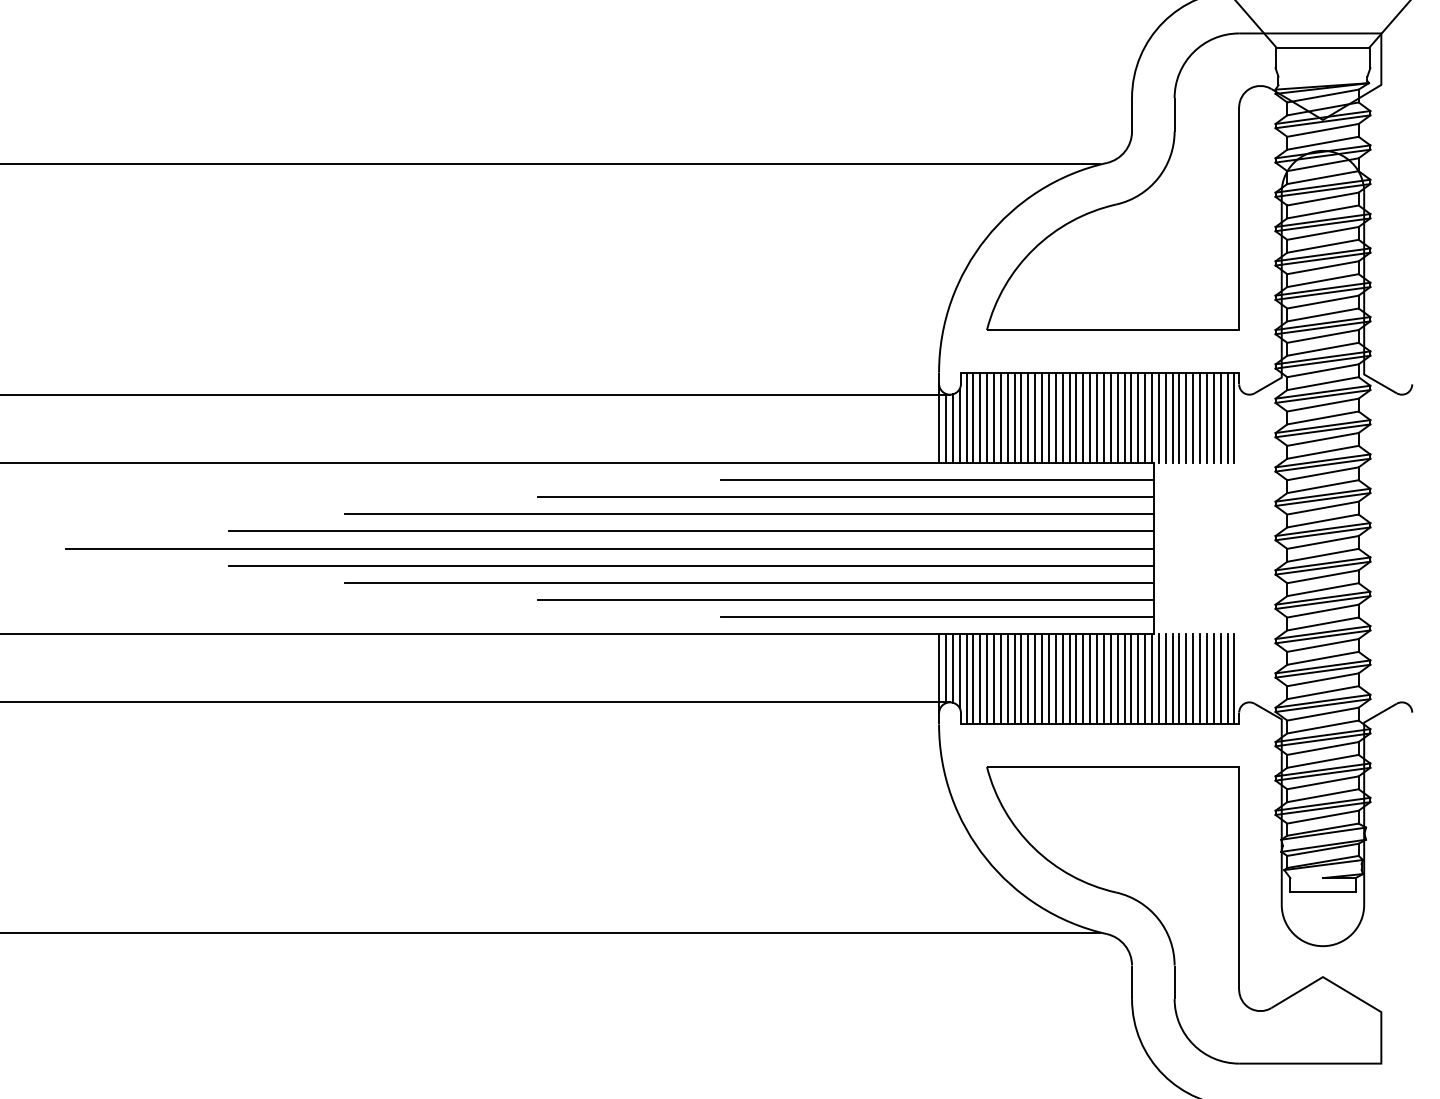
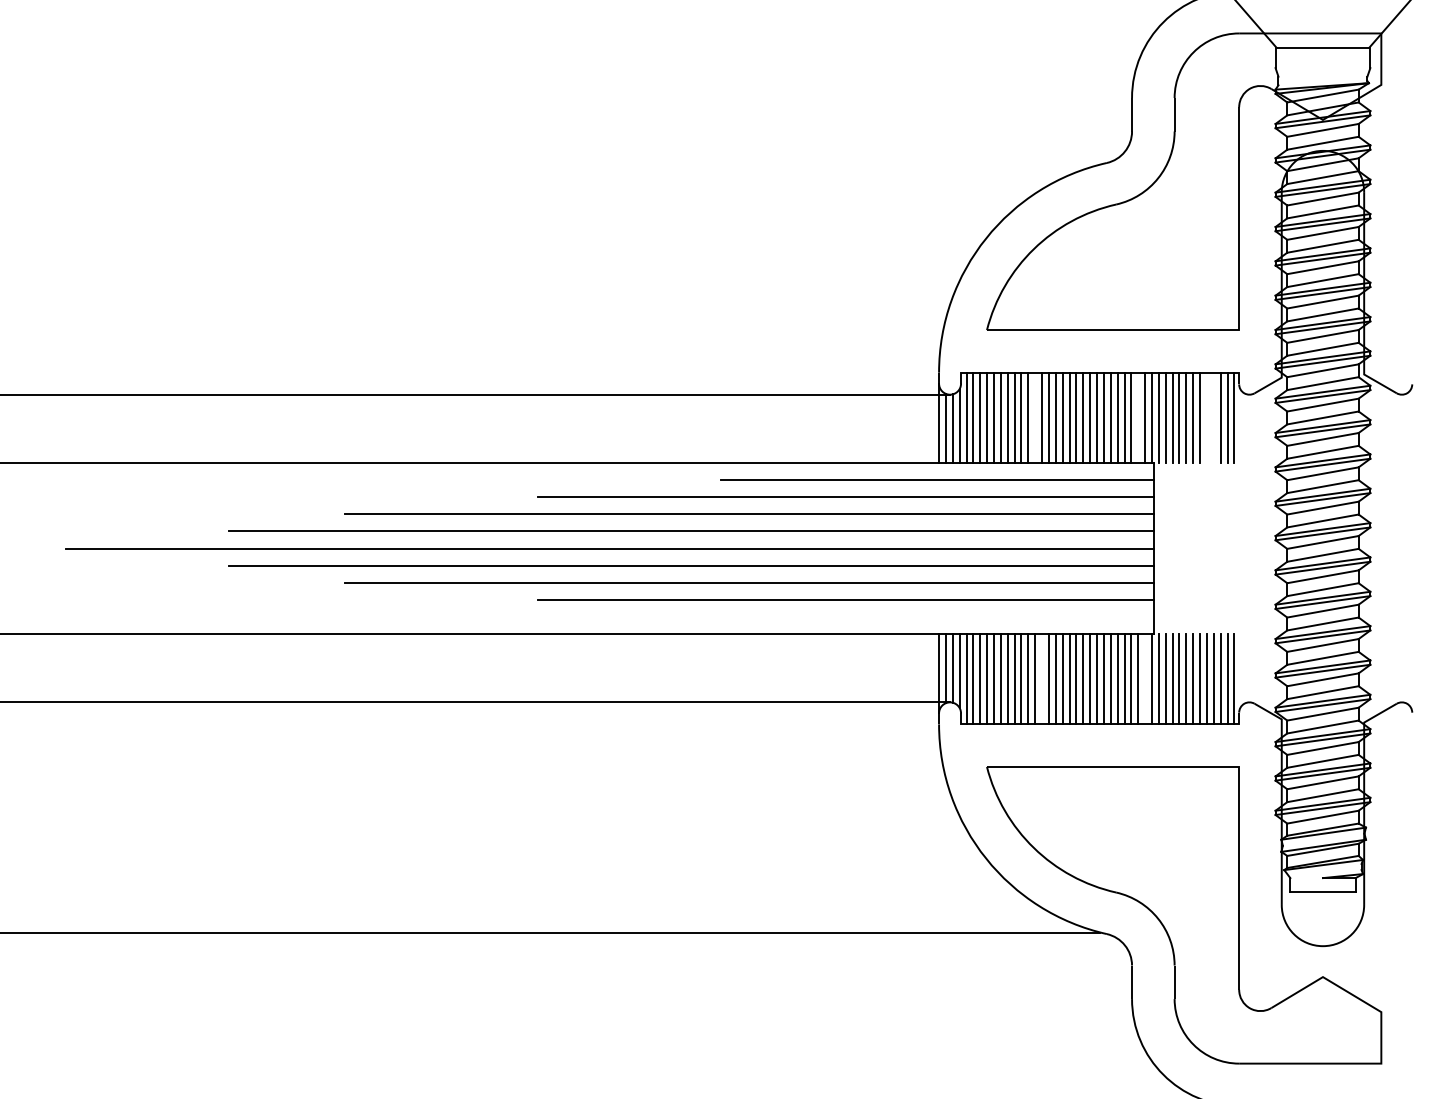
line at (550, 163): present -> none
line at (1035, 417): present -> none
line at (1138, 417): present -> none
line at (1206, 417): present -> none
line at (1213, 417): present -> none
line at (936, 617): present -> none
line at (1042, 679): present -> none
line at (1145, 679): present -> none
